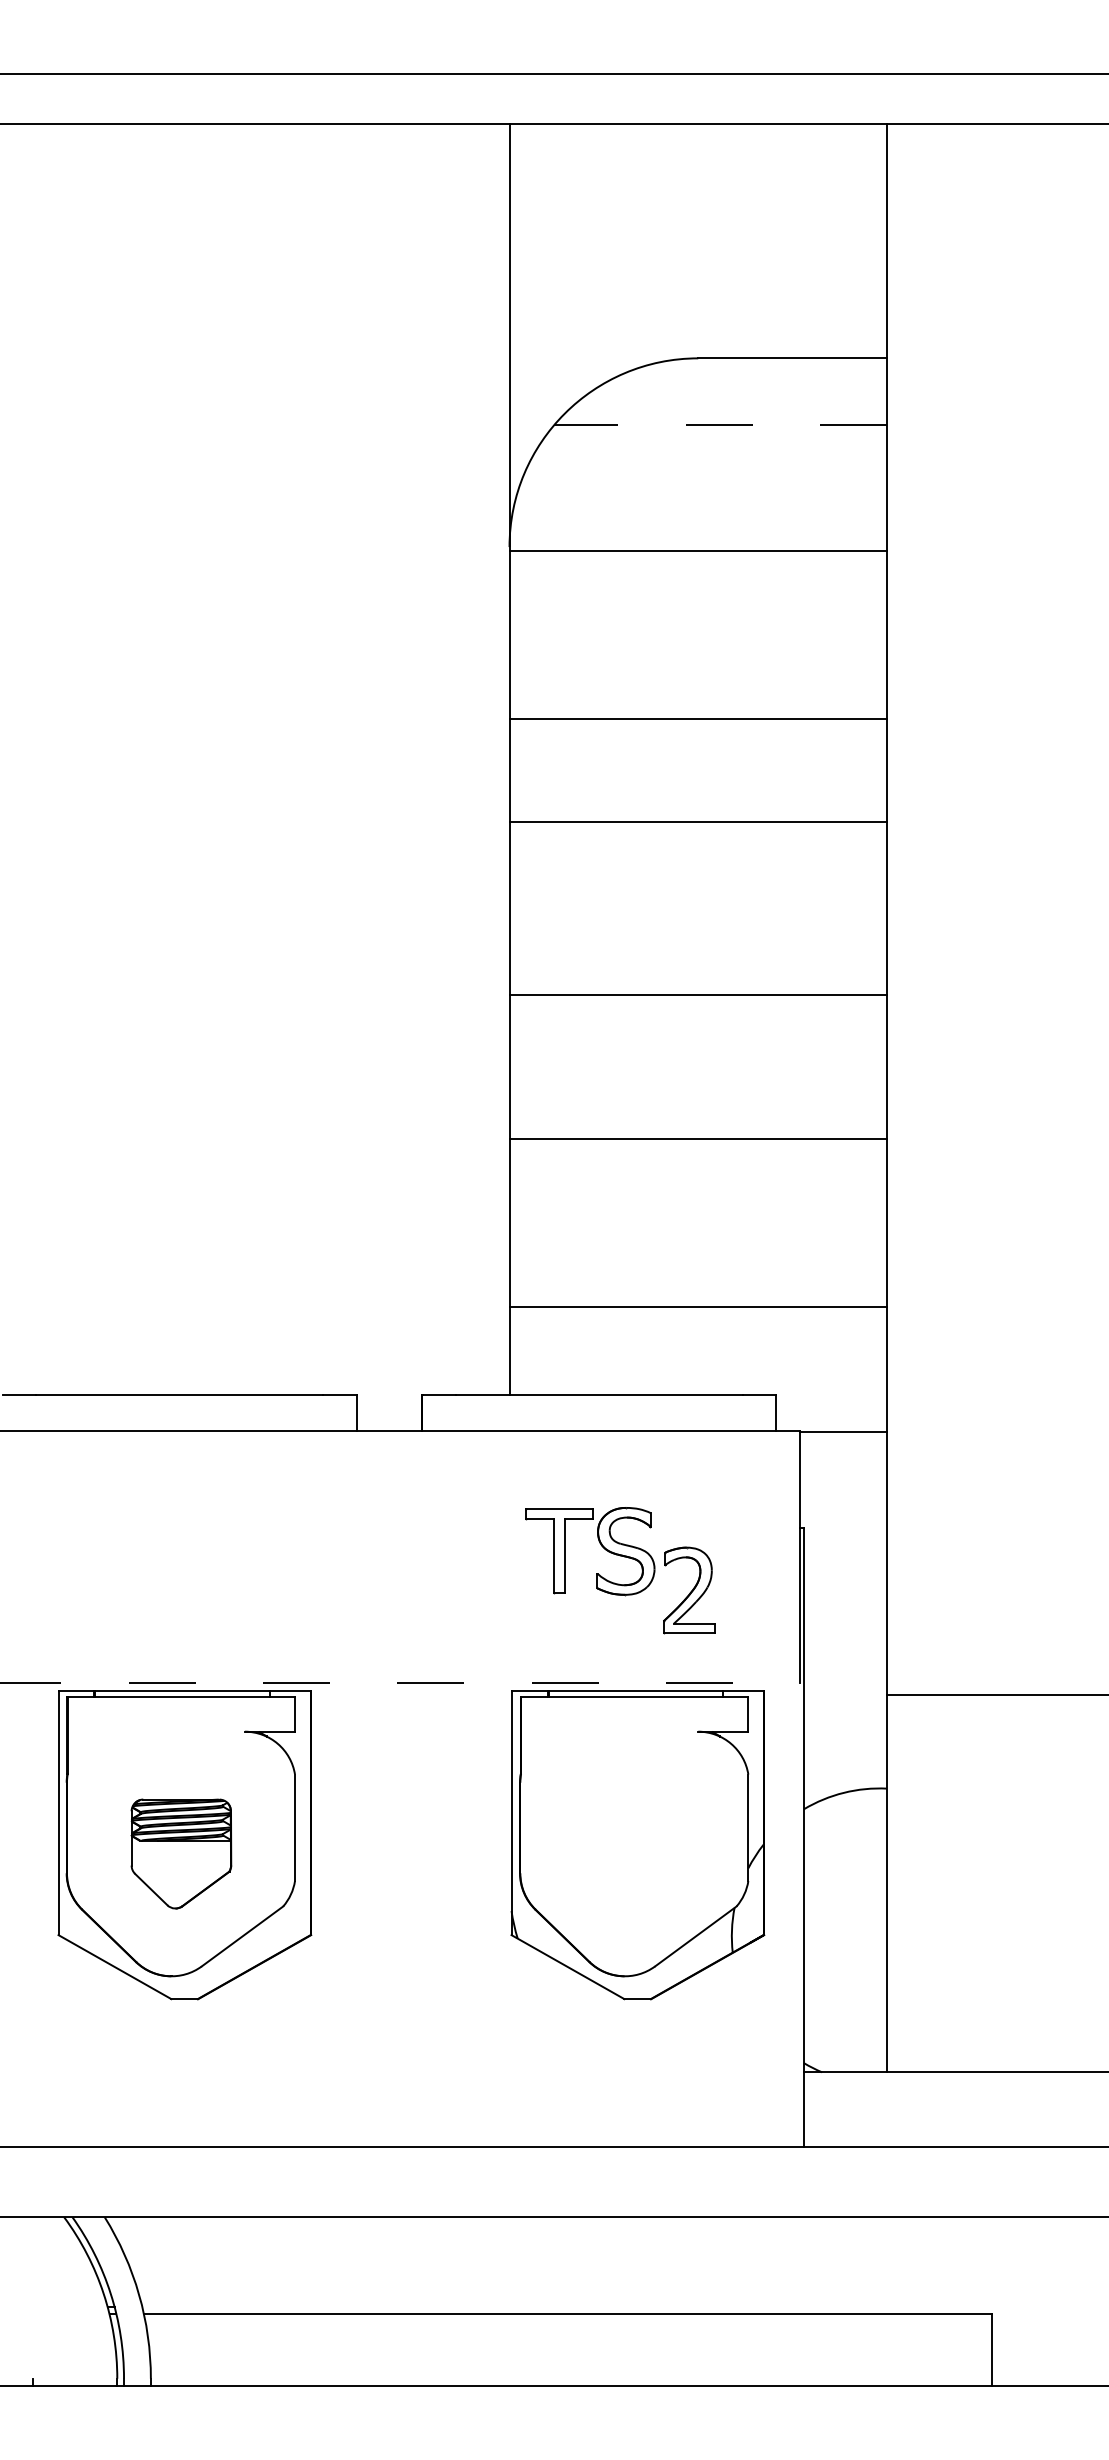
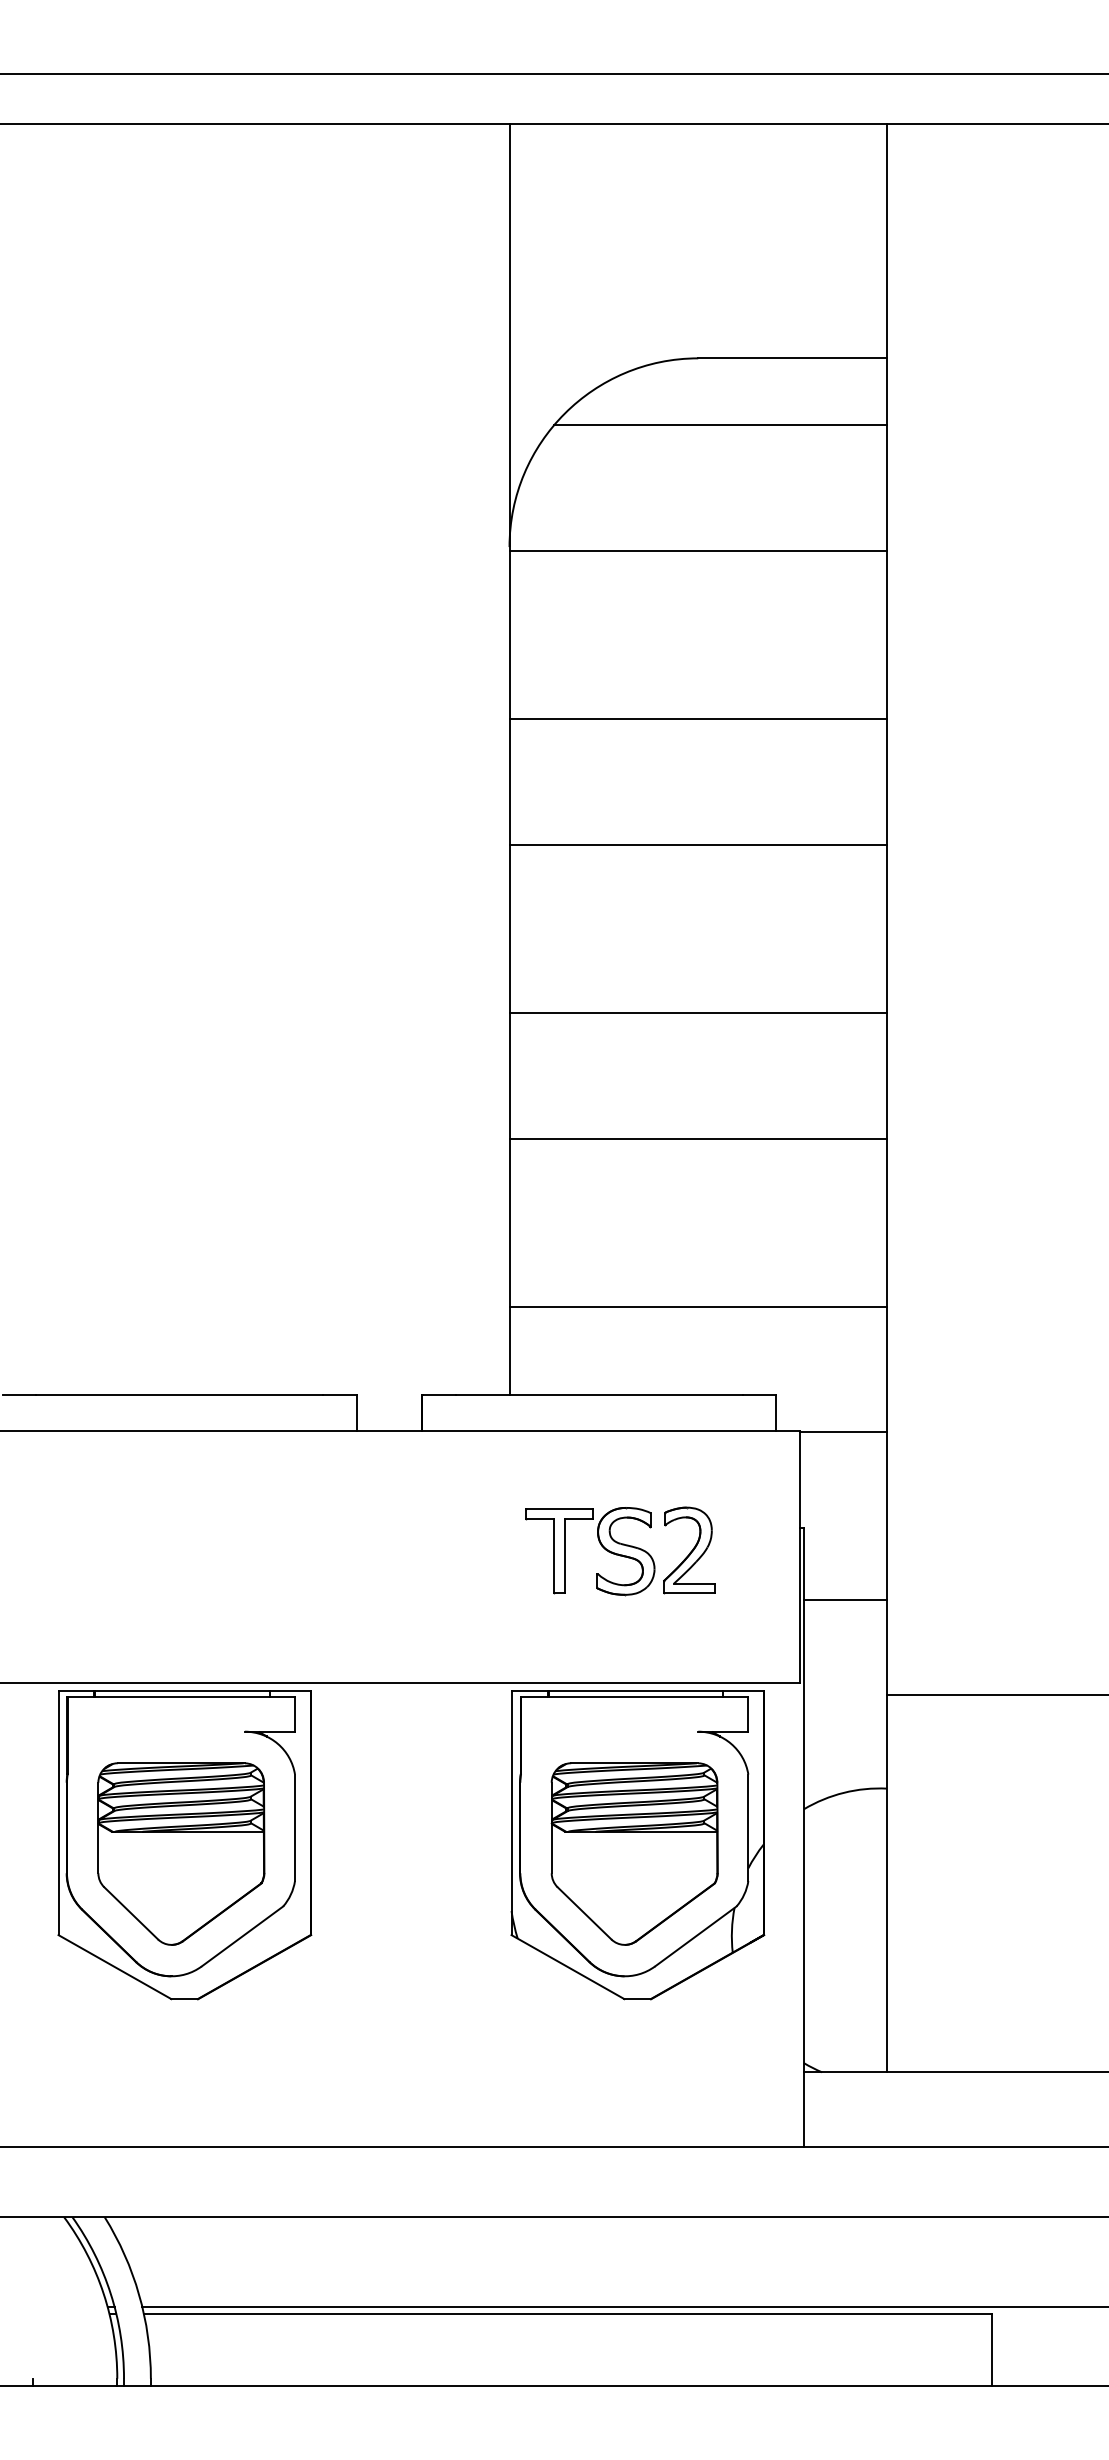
line at (720, 425): dashed -> solid
line at (697, 821) position: (697, 821) -> (697, 844)
line at (697, 994) position: (697, 994) -> (697, 1012)
part at (689, 1590) position: (689, 1590) -> (689, 1550)
line at (844, 1600): none -> present
line at (400, 1682): dashed -> solid
part at (181, 1853) size: 103x112 px -> 169x184 px
part at (634, 1853): none -> present
line at (623, 2306): none -> present
